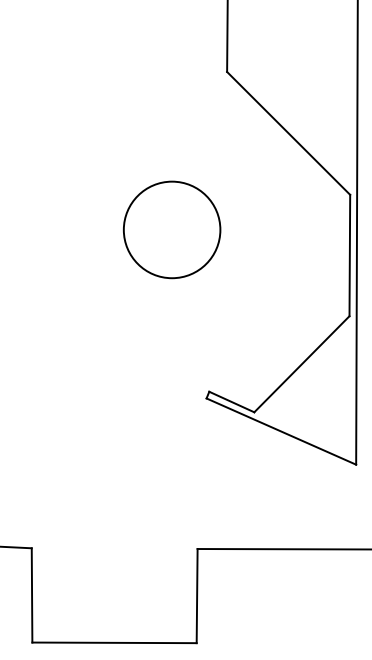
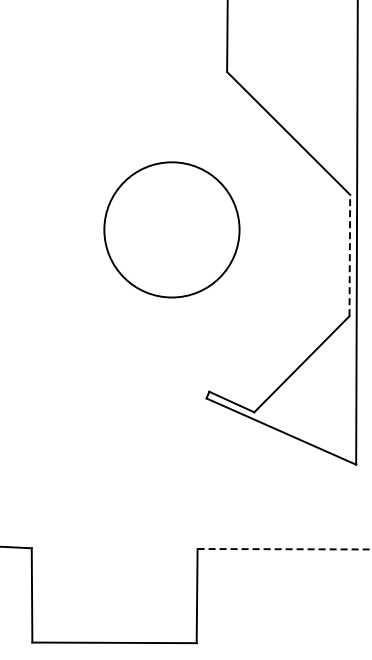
circle at (172, 229) size: 99x100 px -> 138x138 px
line at (349, 255): solid -> dashed
line at (284, 549): solid -> dashed
